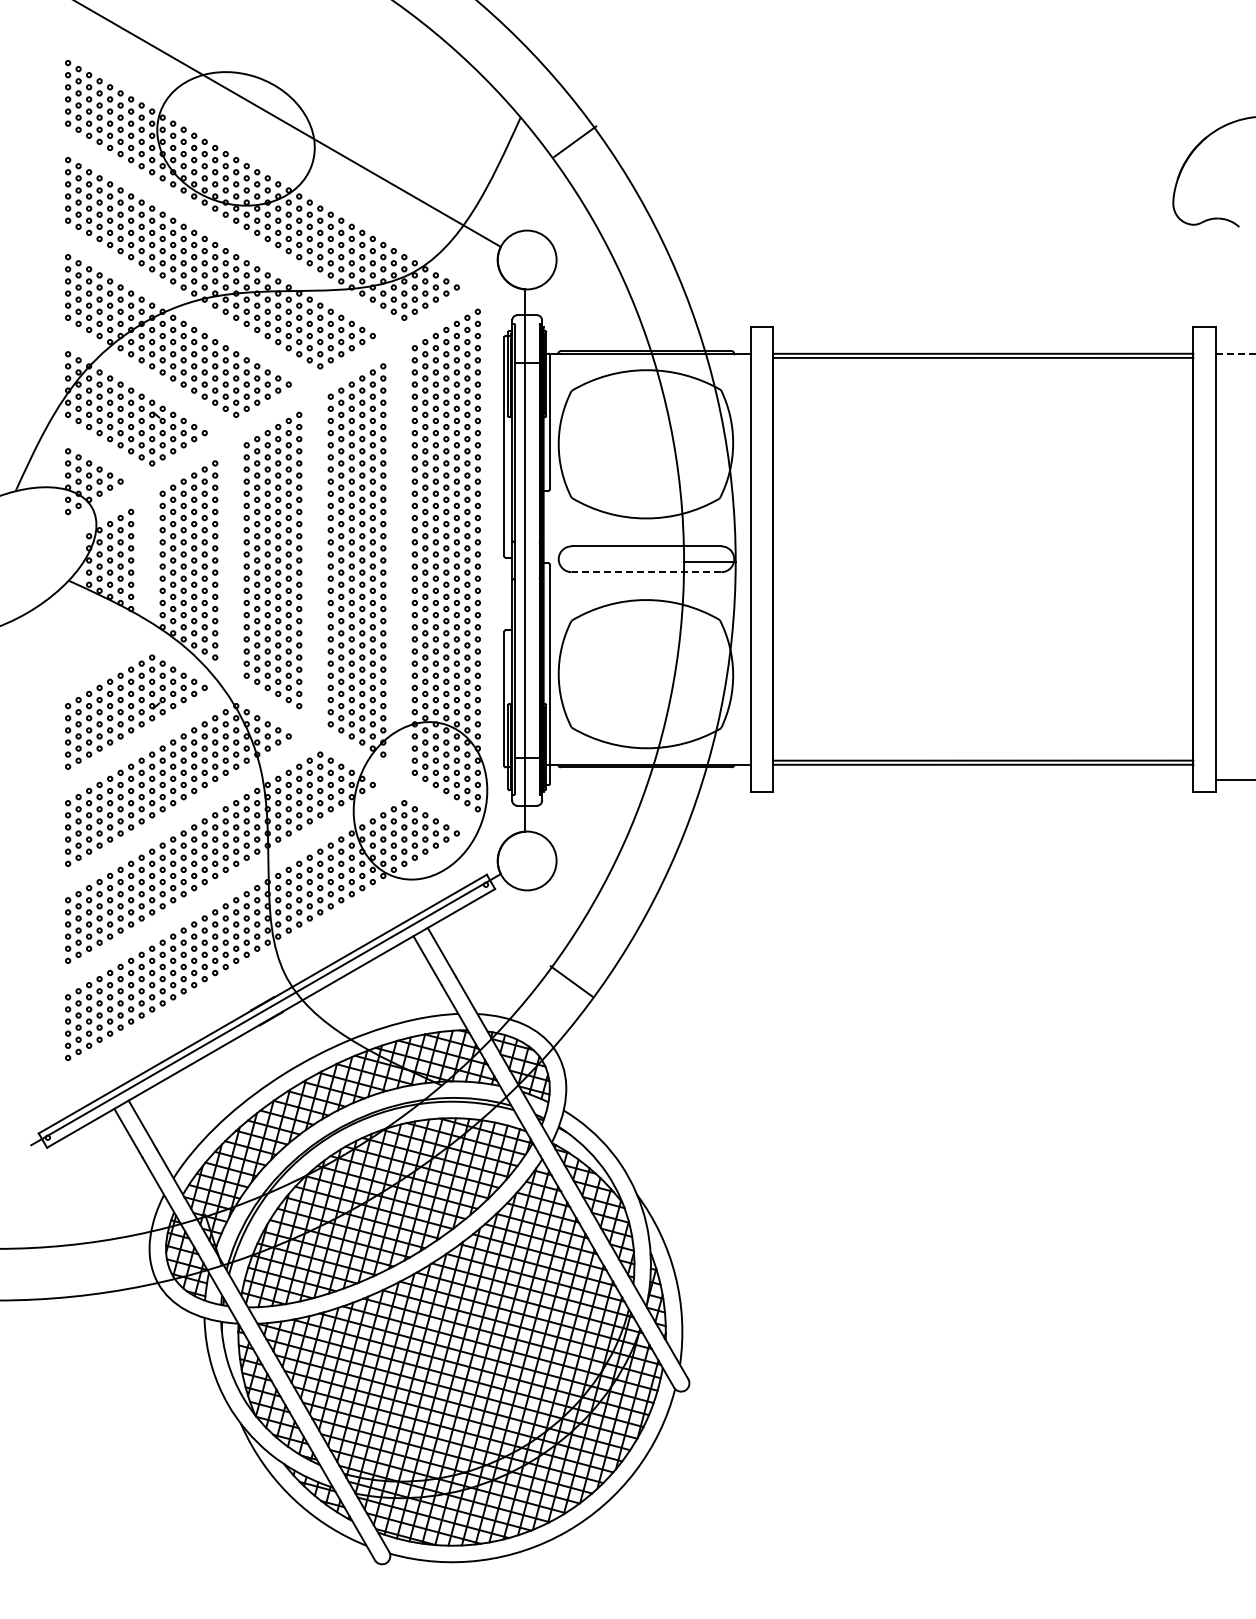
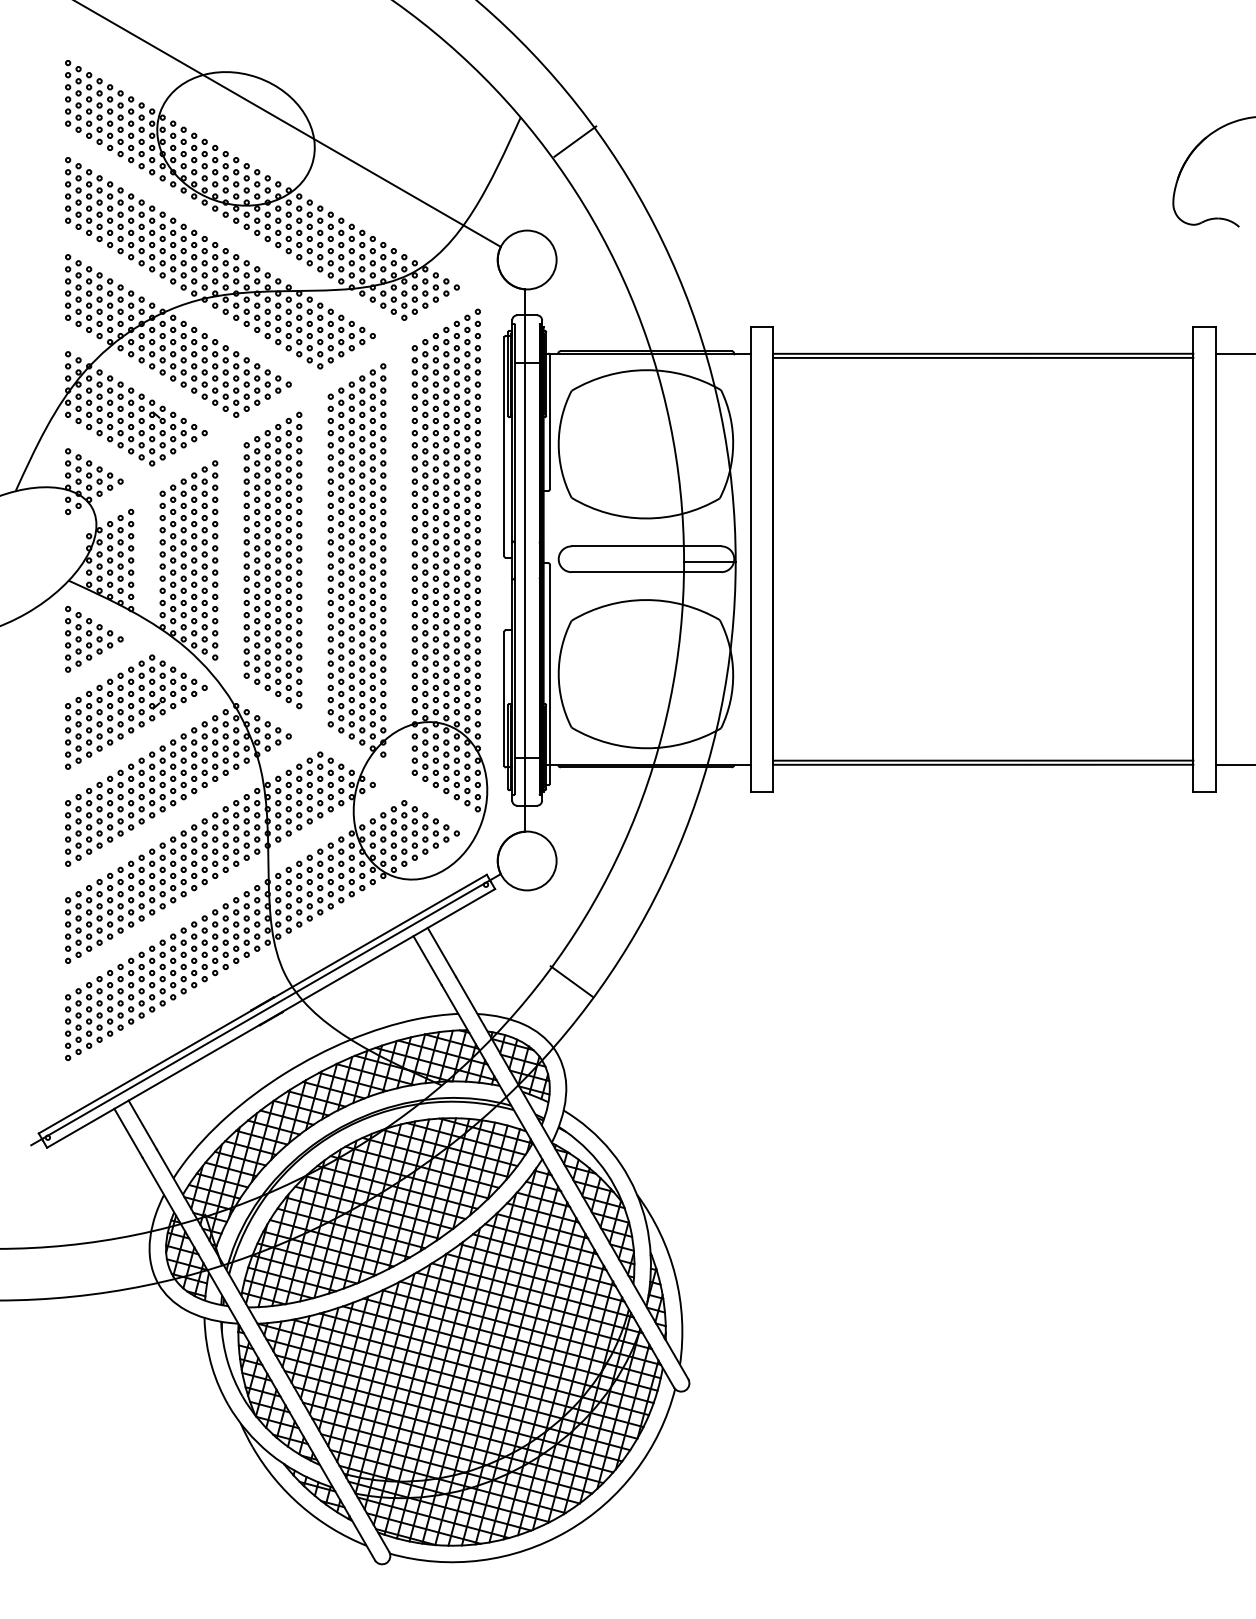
line at (1235, 353): dashed -> solid
line at (646, 572): dashed -> solid
part at (94, 639): none -> present
line at (1233, 779) position: (1233, 779) -> (1233, 764)
